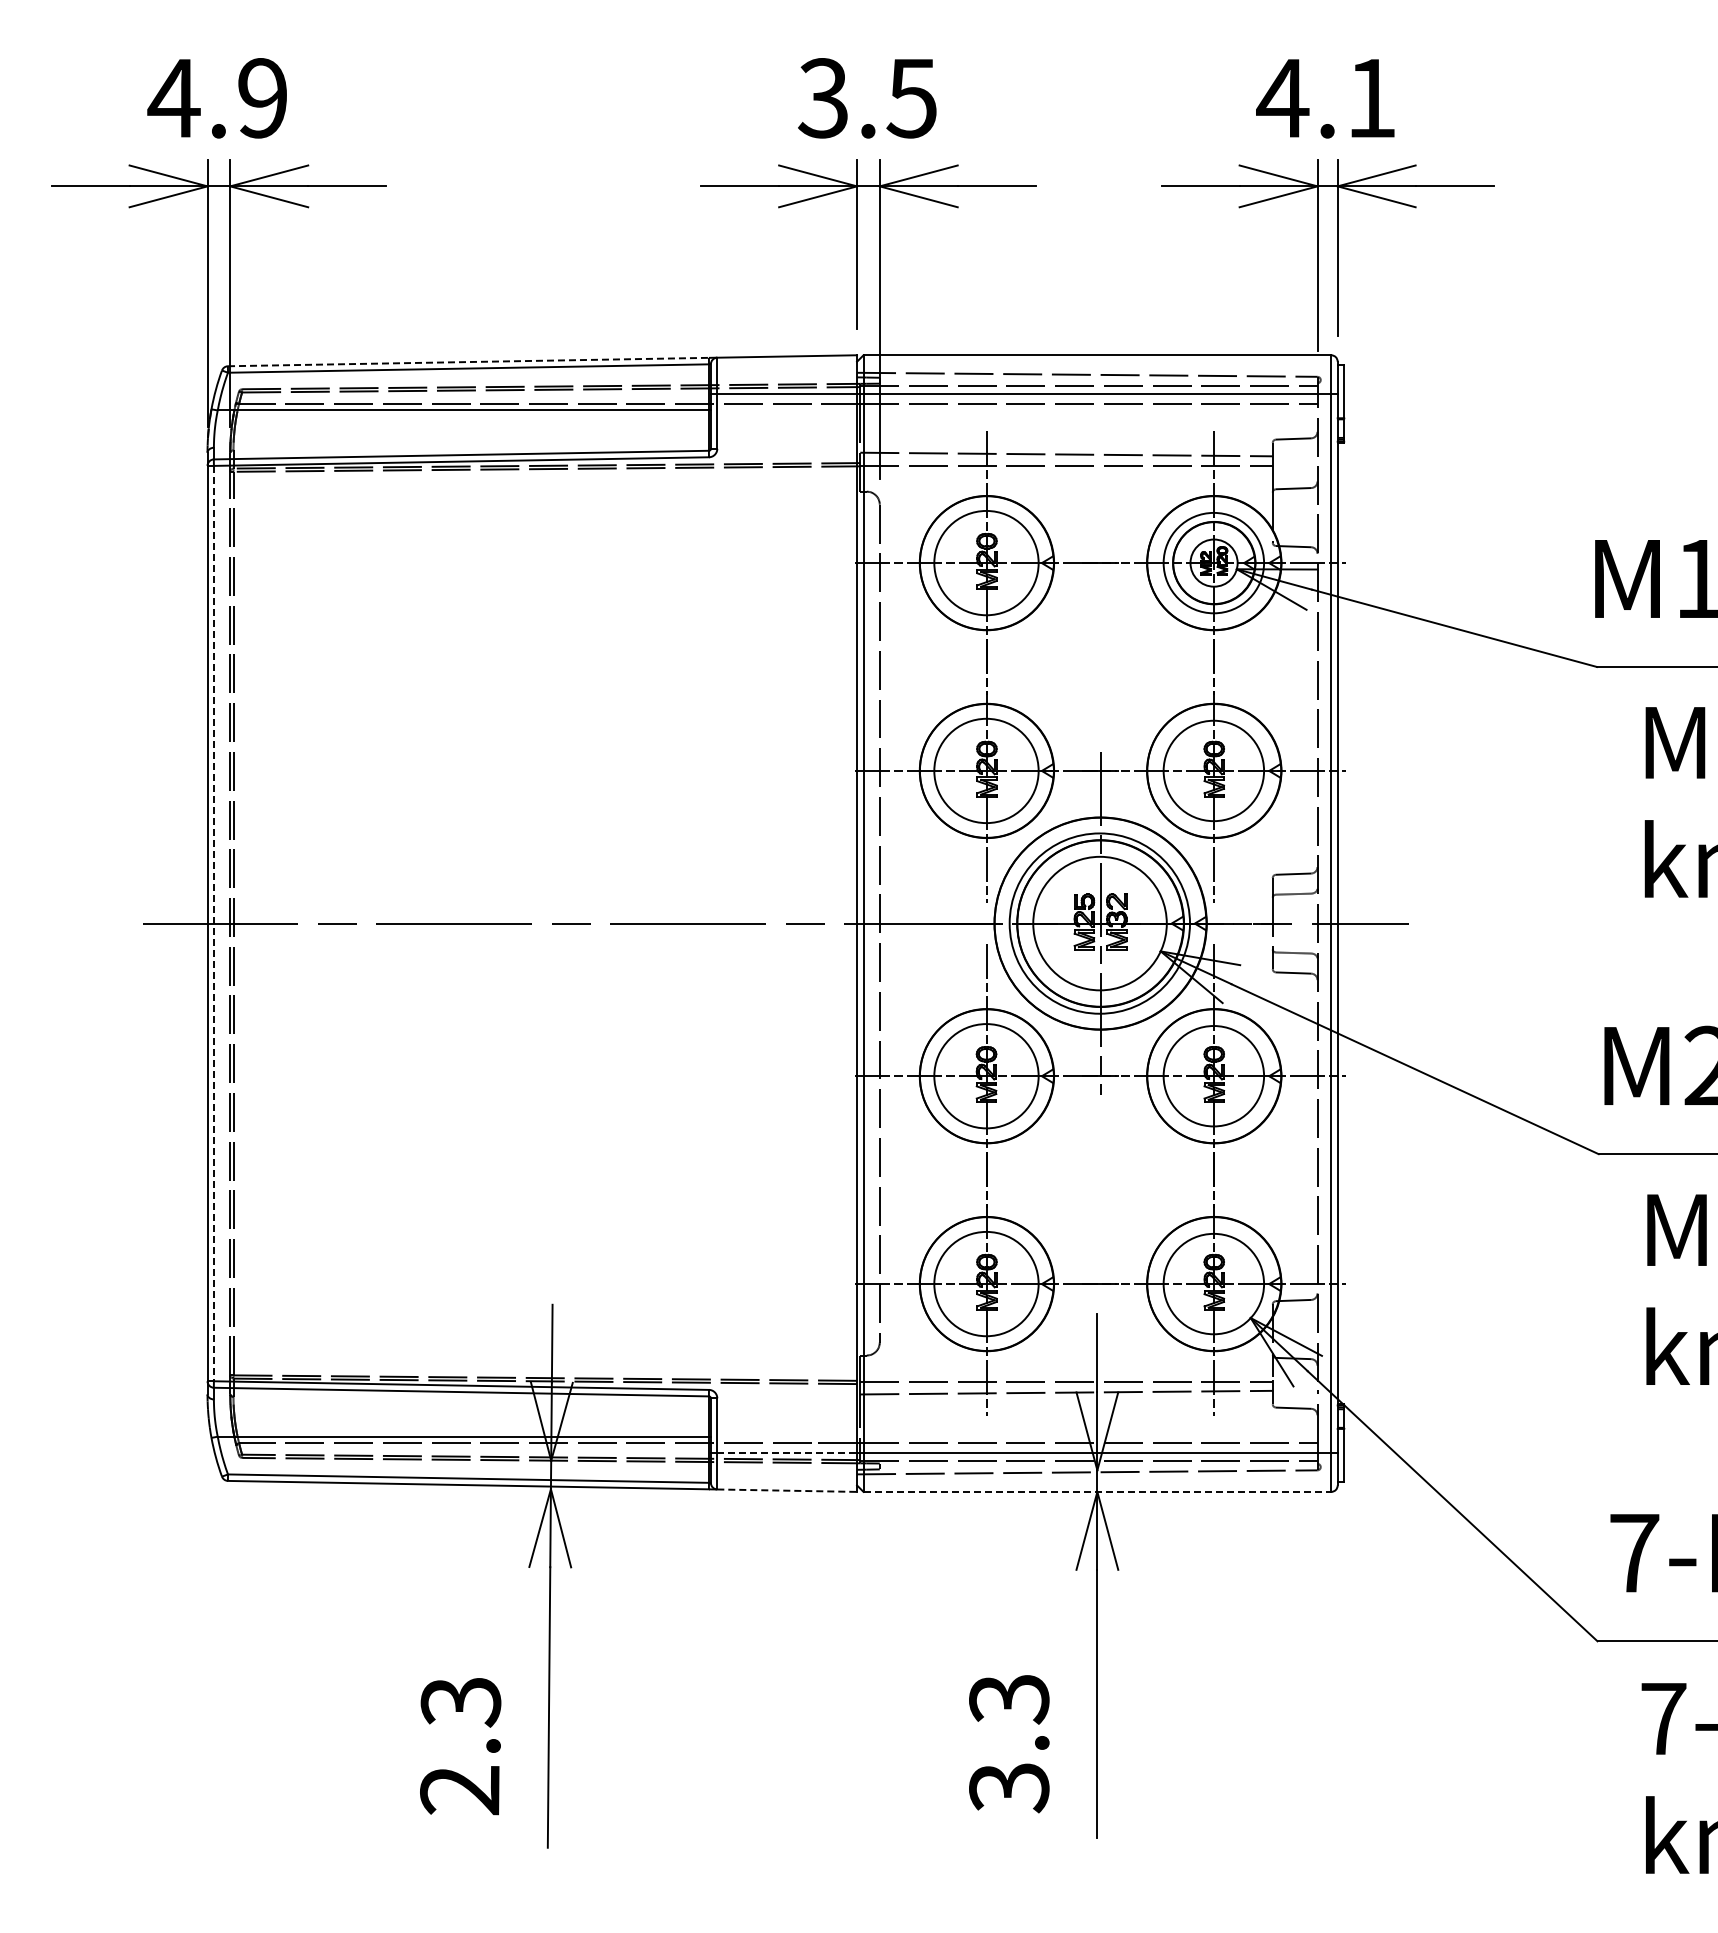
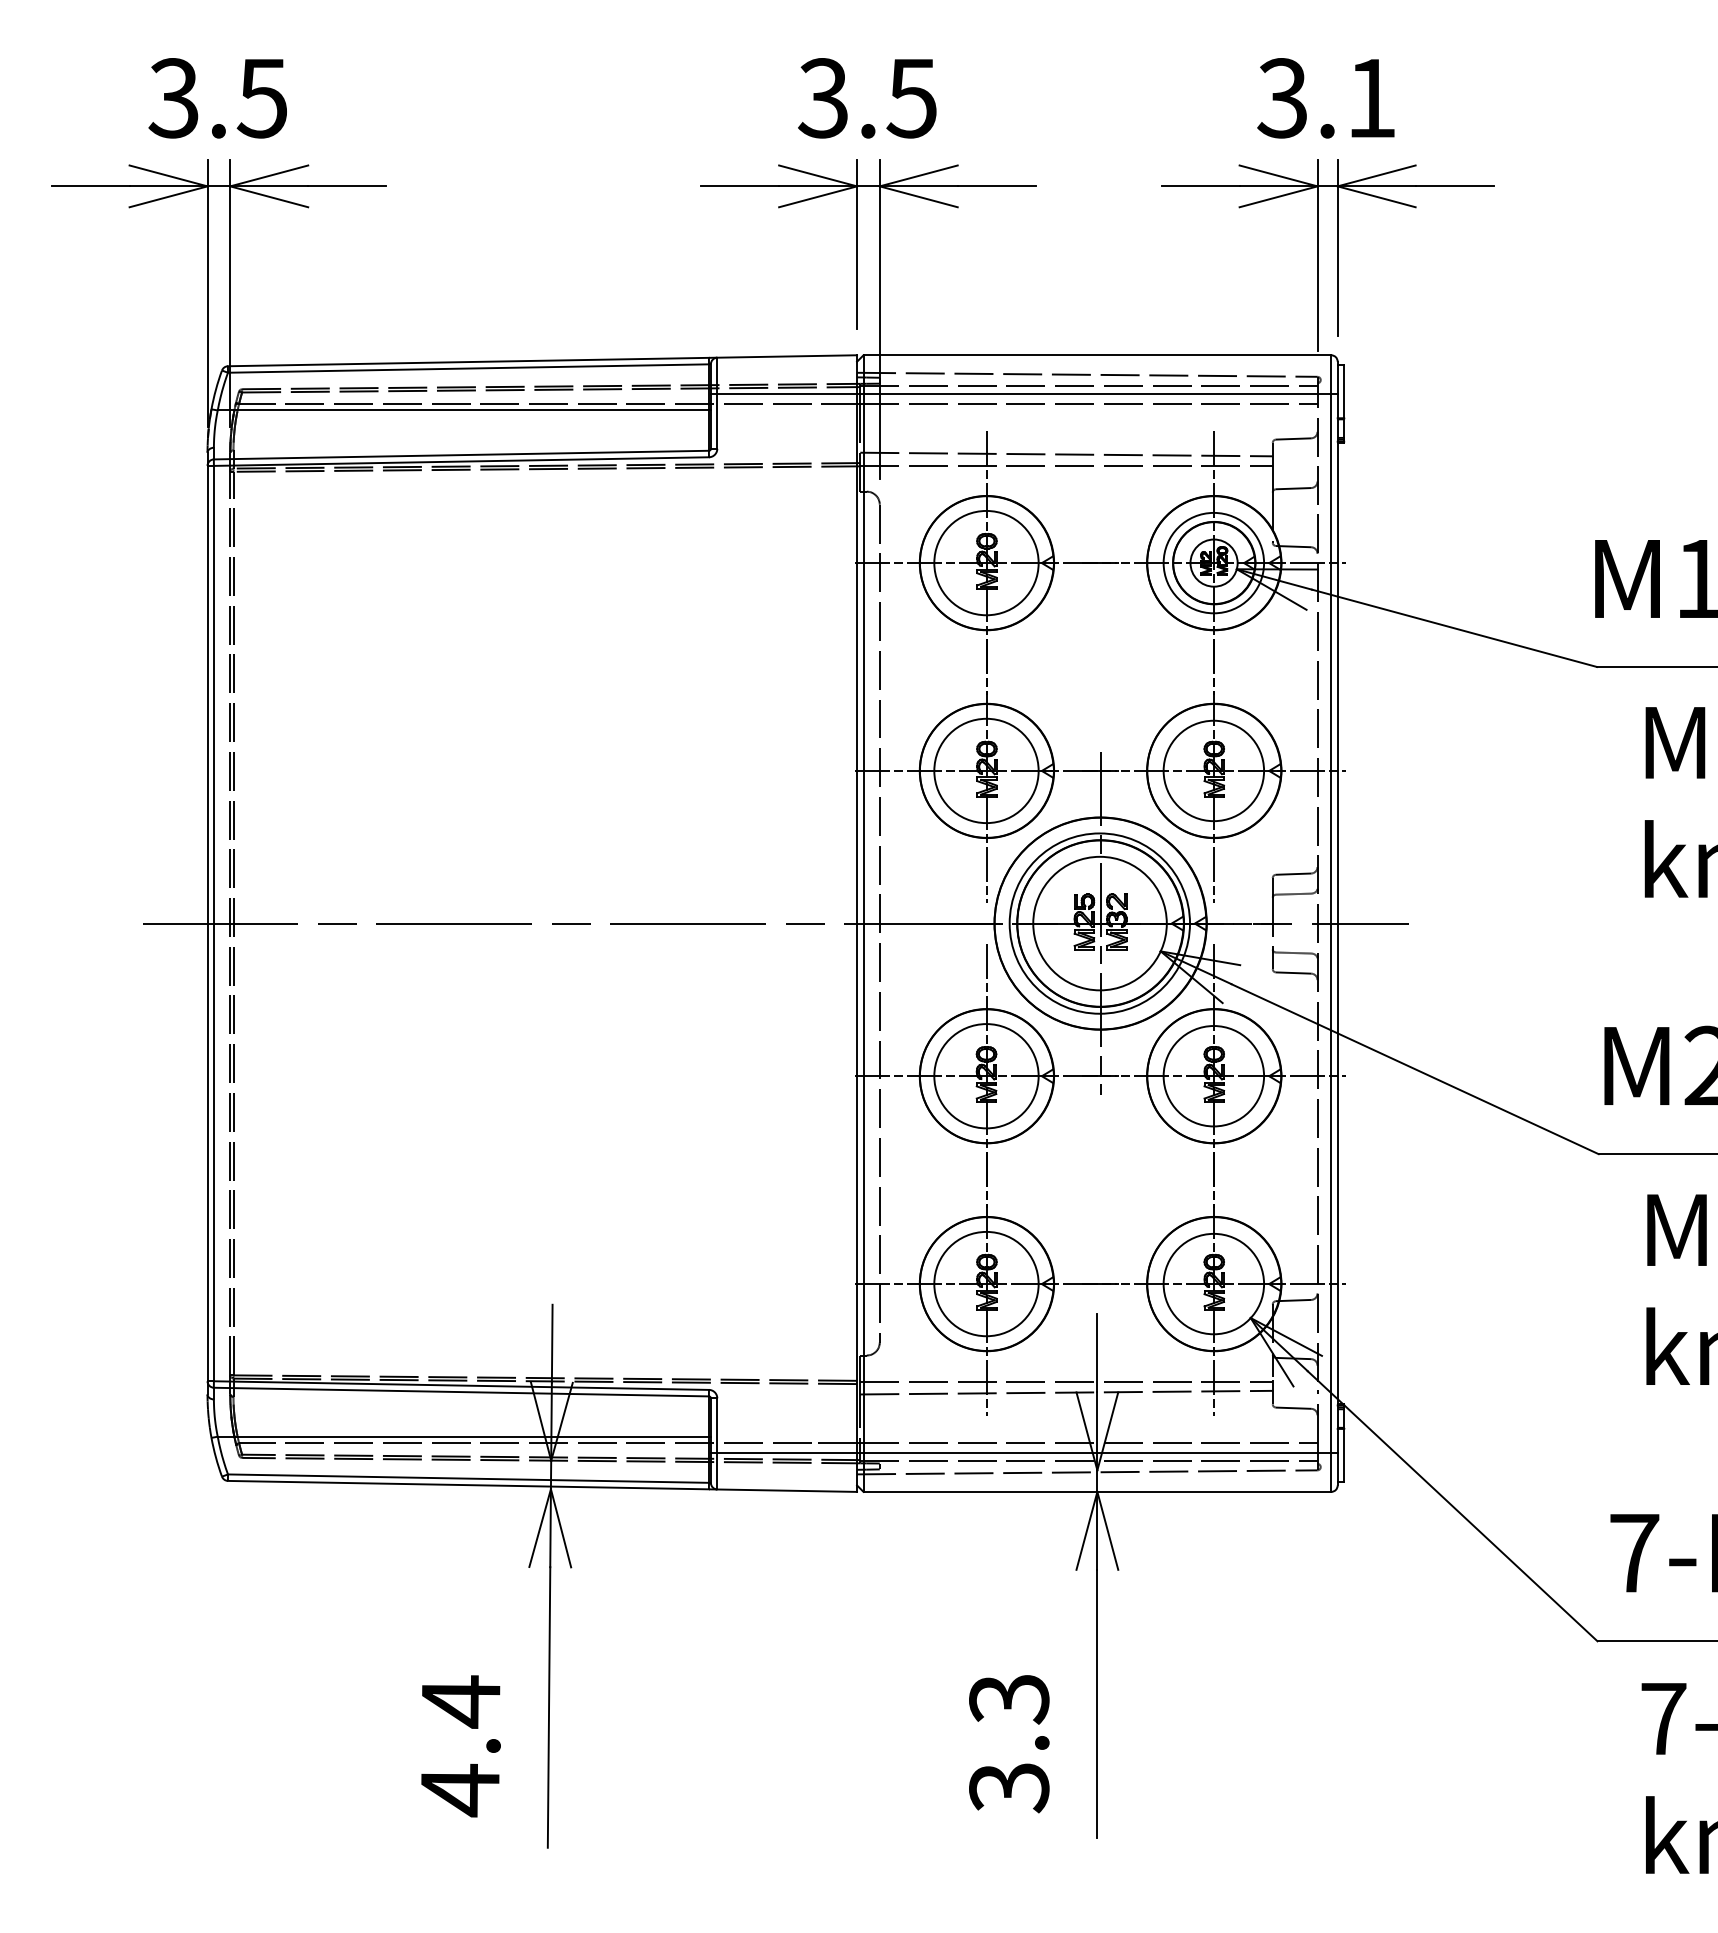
text at (216, 98): 4.9 -> 3.5
text at (1282, 98): 4.1 -> 3.1
line at (468, 362): dashed -> solid
line at (213, 923): dashed -> solid
line at (787, 1452): dashed -> solid
line at (787, 1490): dashed -> solid
line at (1097, 1491): dashed -> solid
text at (460, 1746): 2.3 -> 4.4
